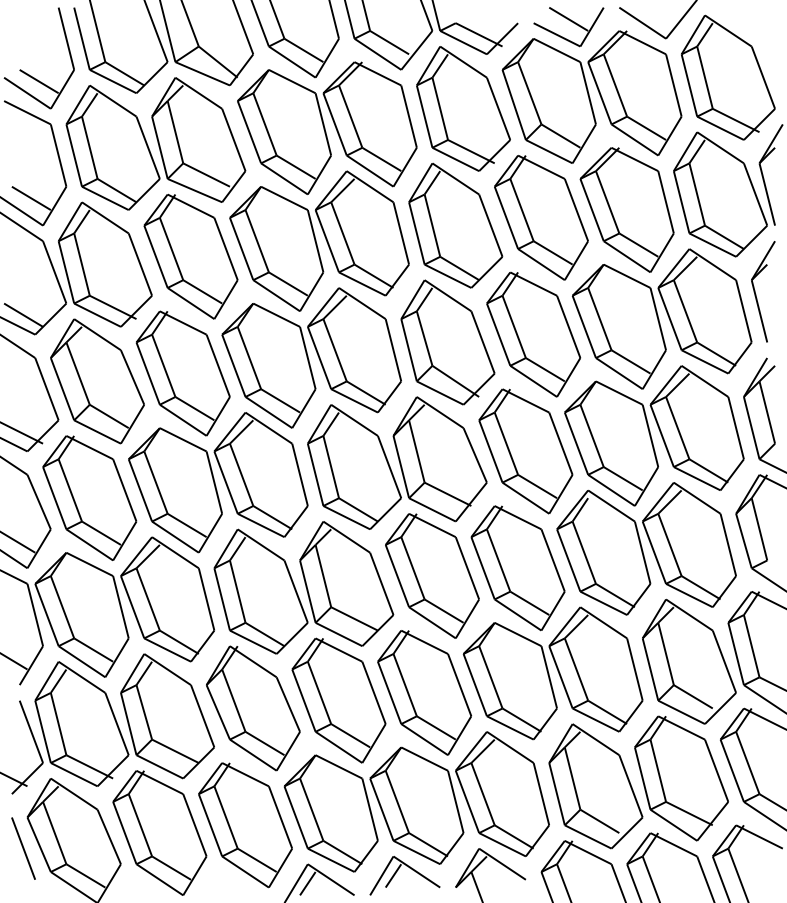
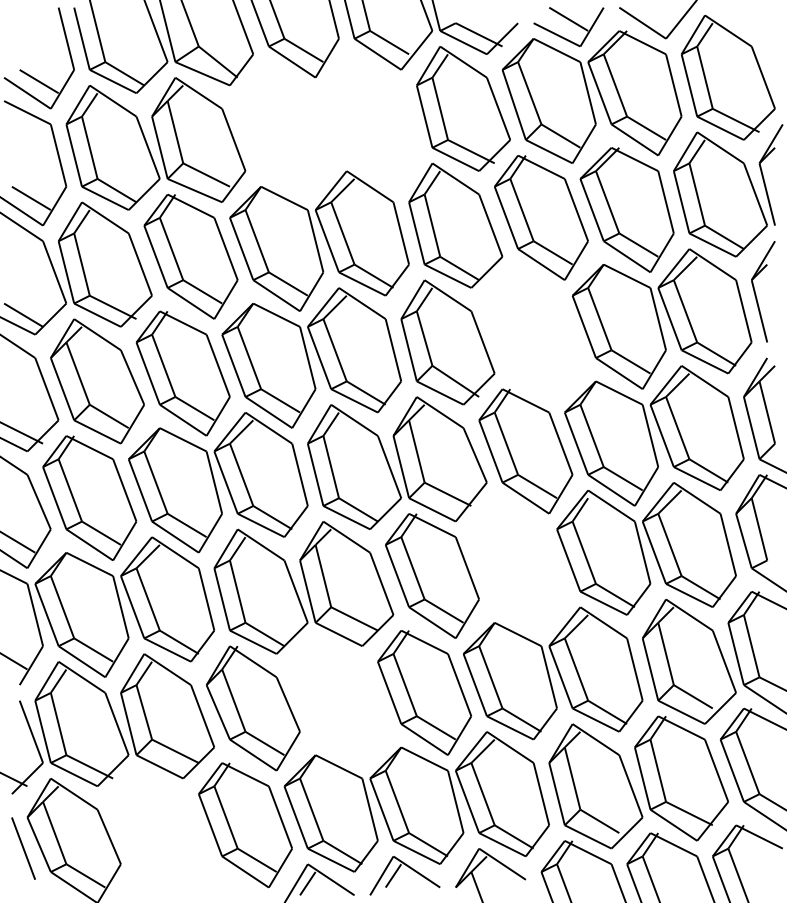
part at (327, 127): present -> none
part at (533, 334): present -> none
part at (517, 568): present -> none
part at (338, 700): present -> none
part at (159, 832): present -> none
